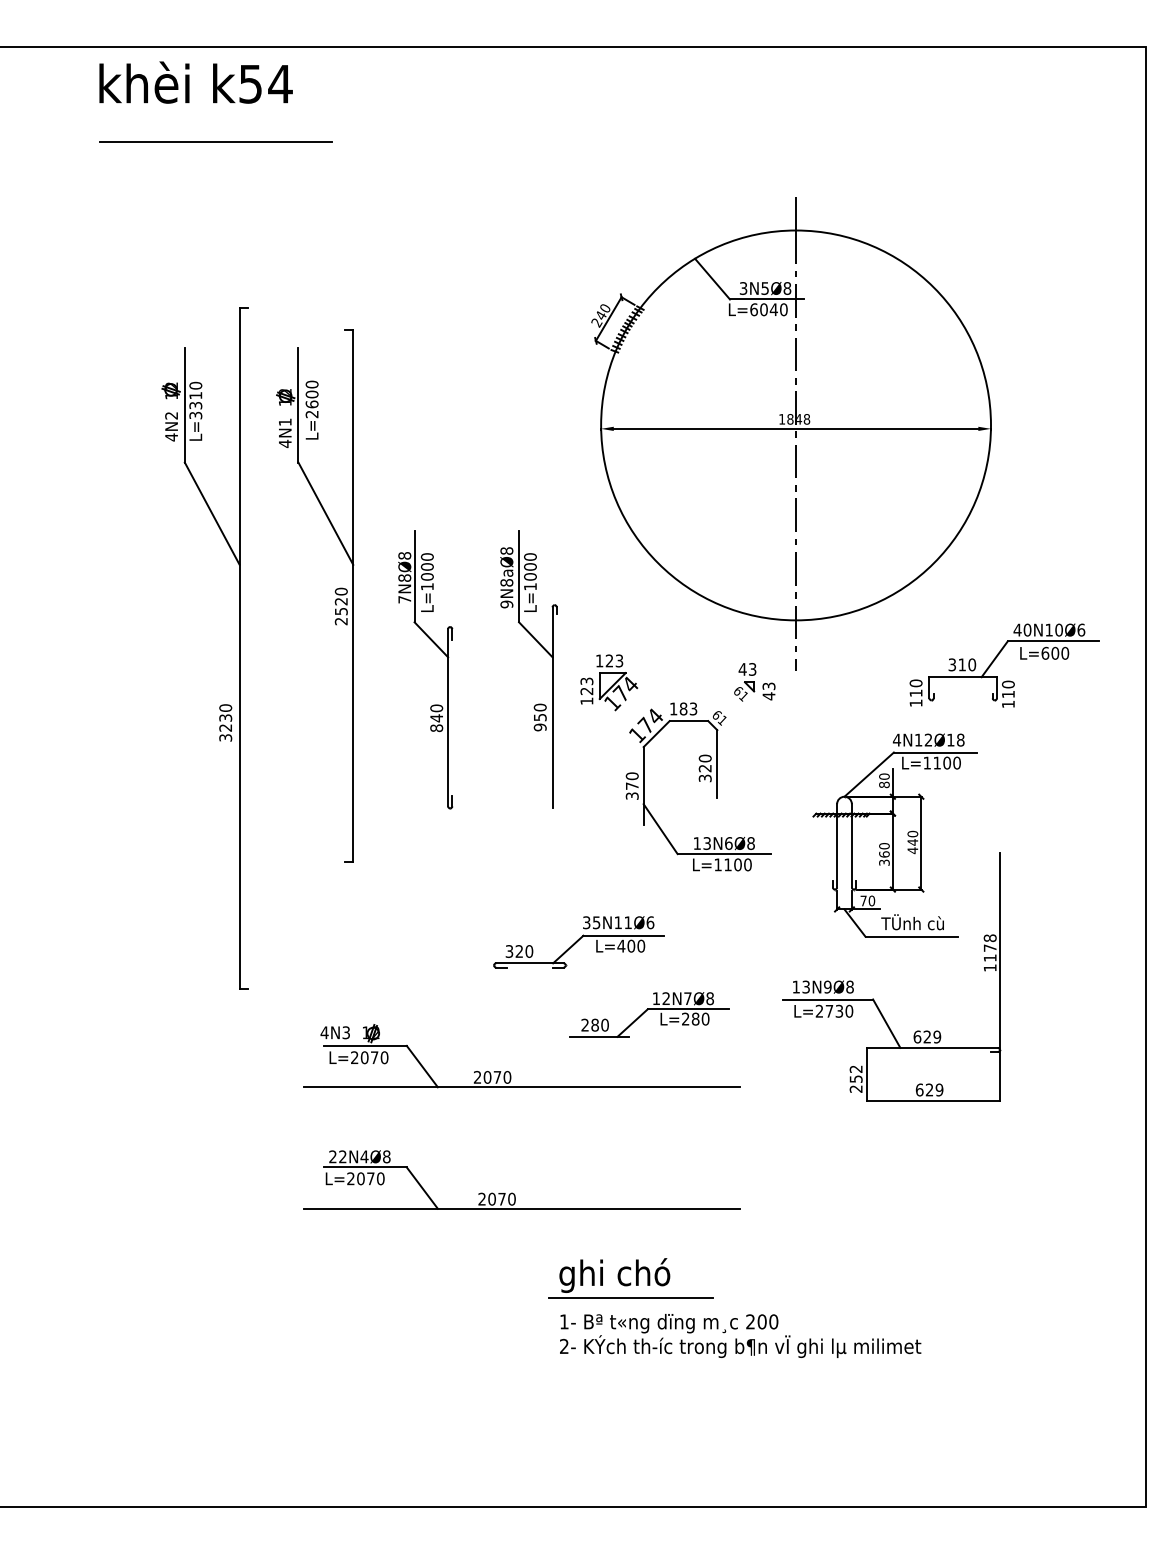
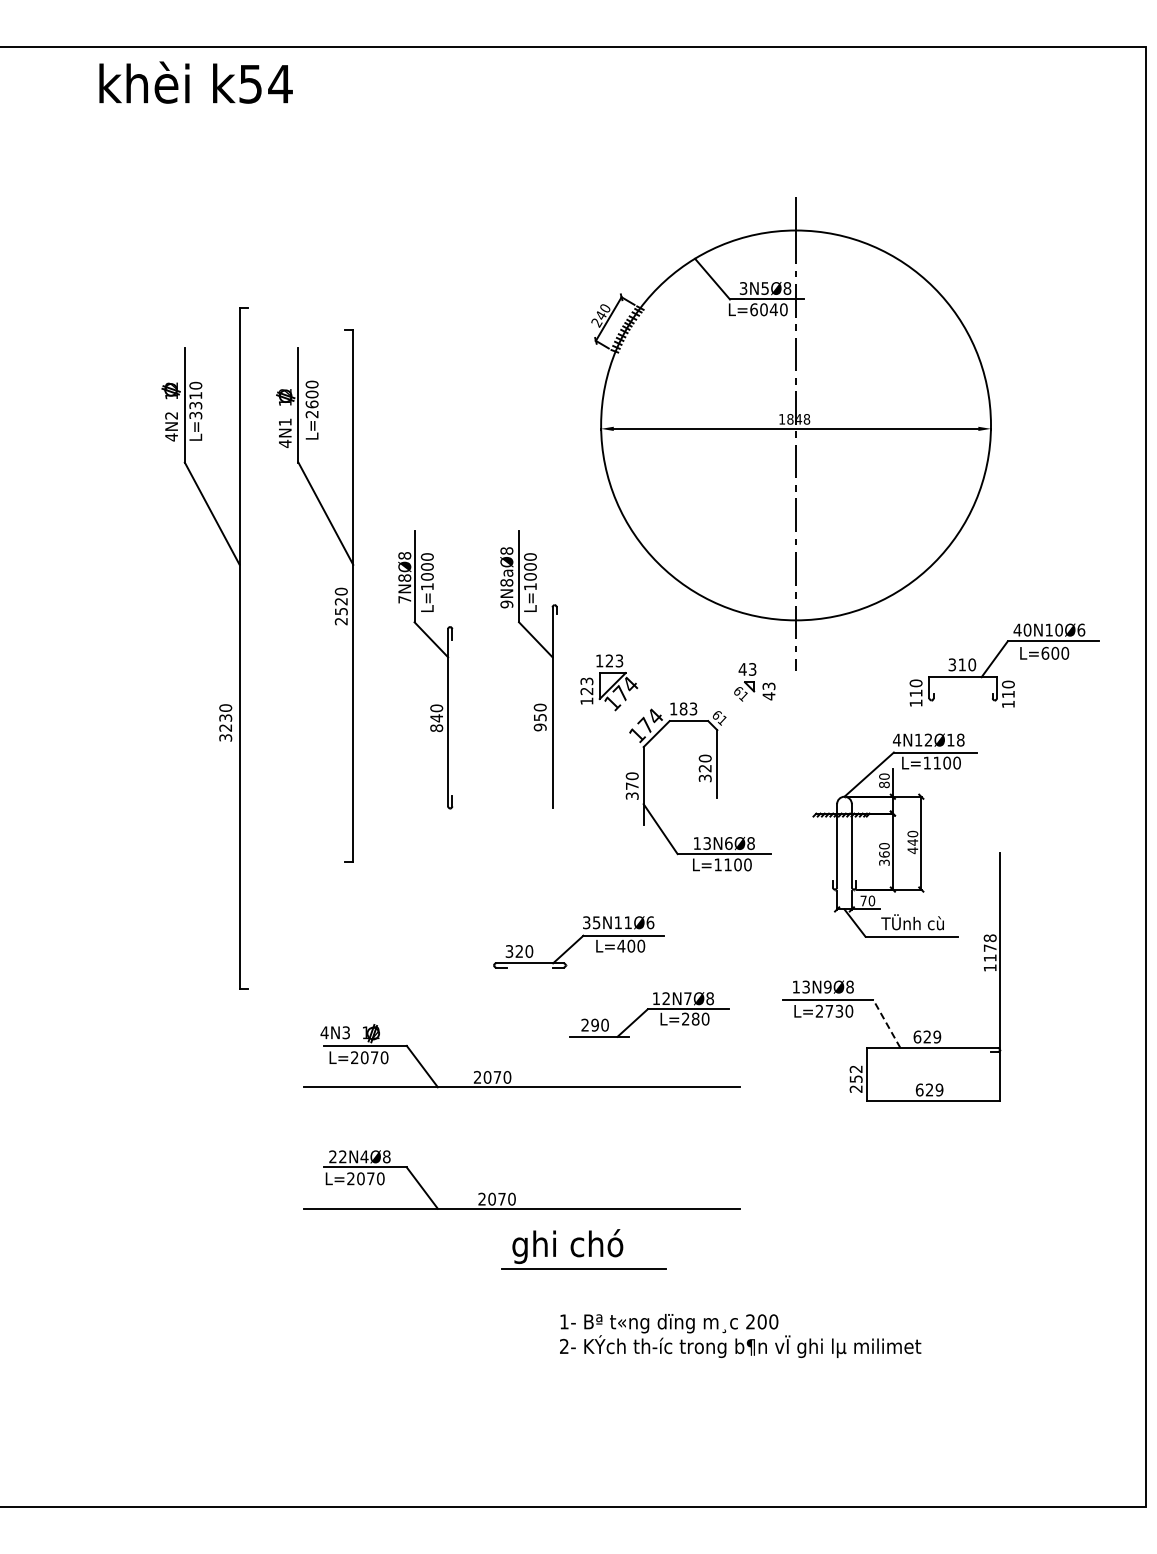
line at (216, 141): present -> none
line at (886, 1023): solid -> dashed
text at (594, 1025): 280 -> 290
part at (630, 1278) position: (630, 1278) -> (583, 1249)
